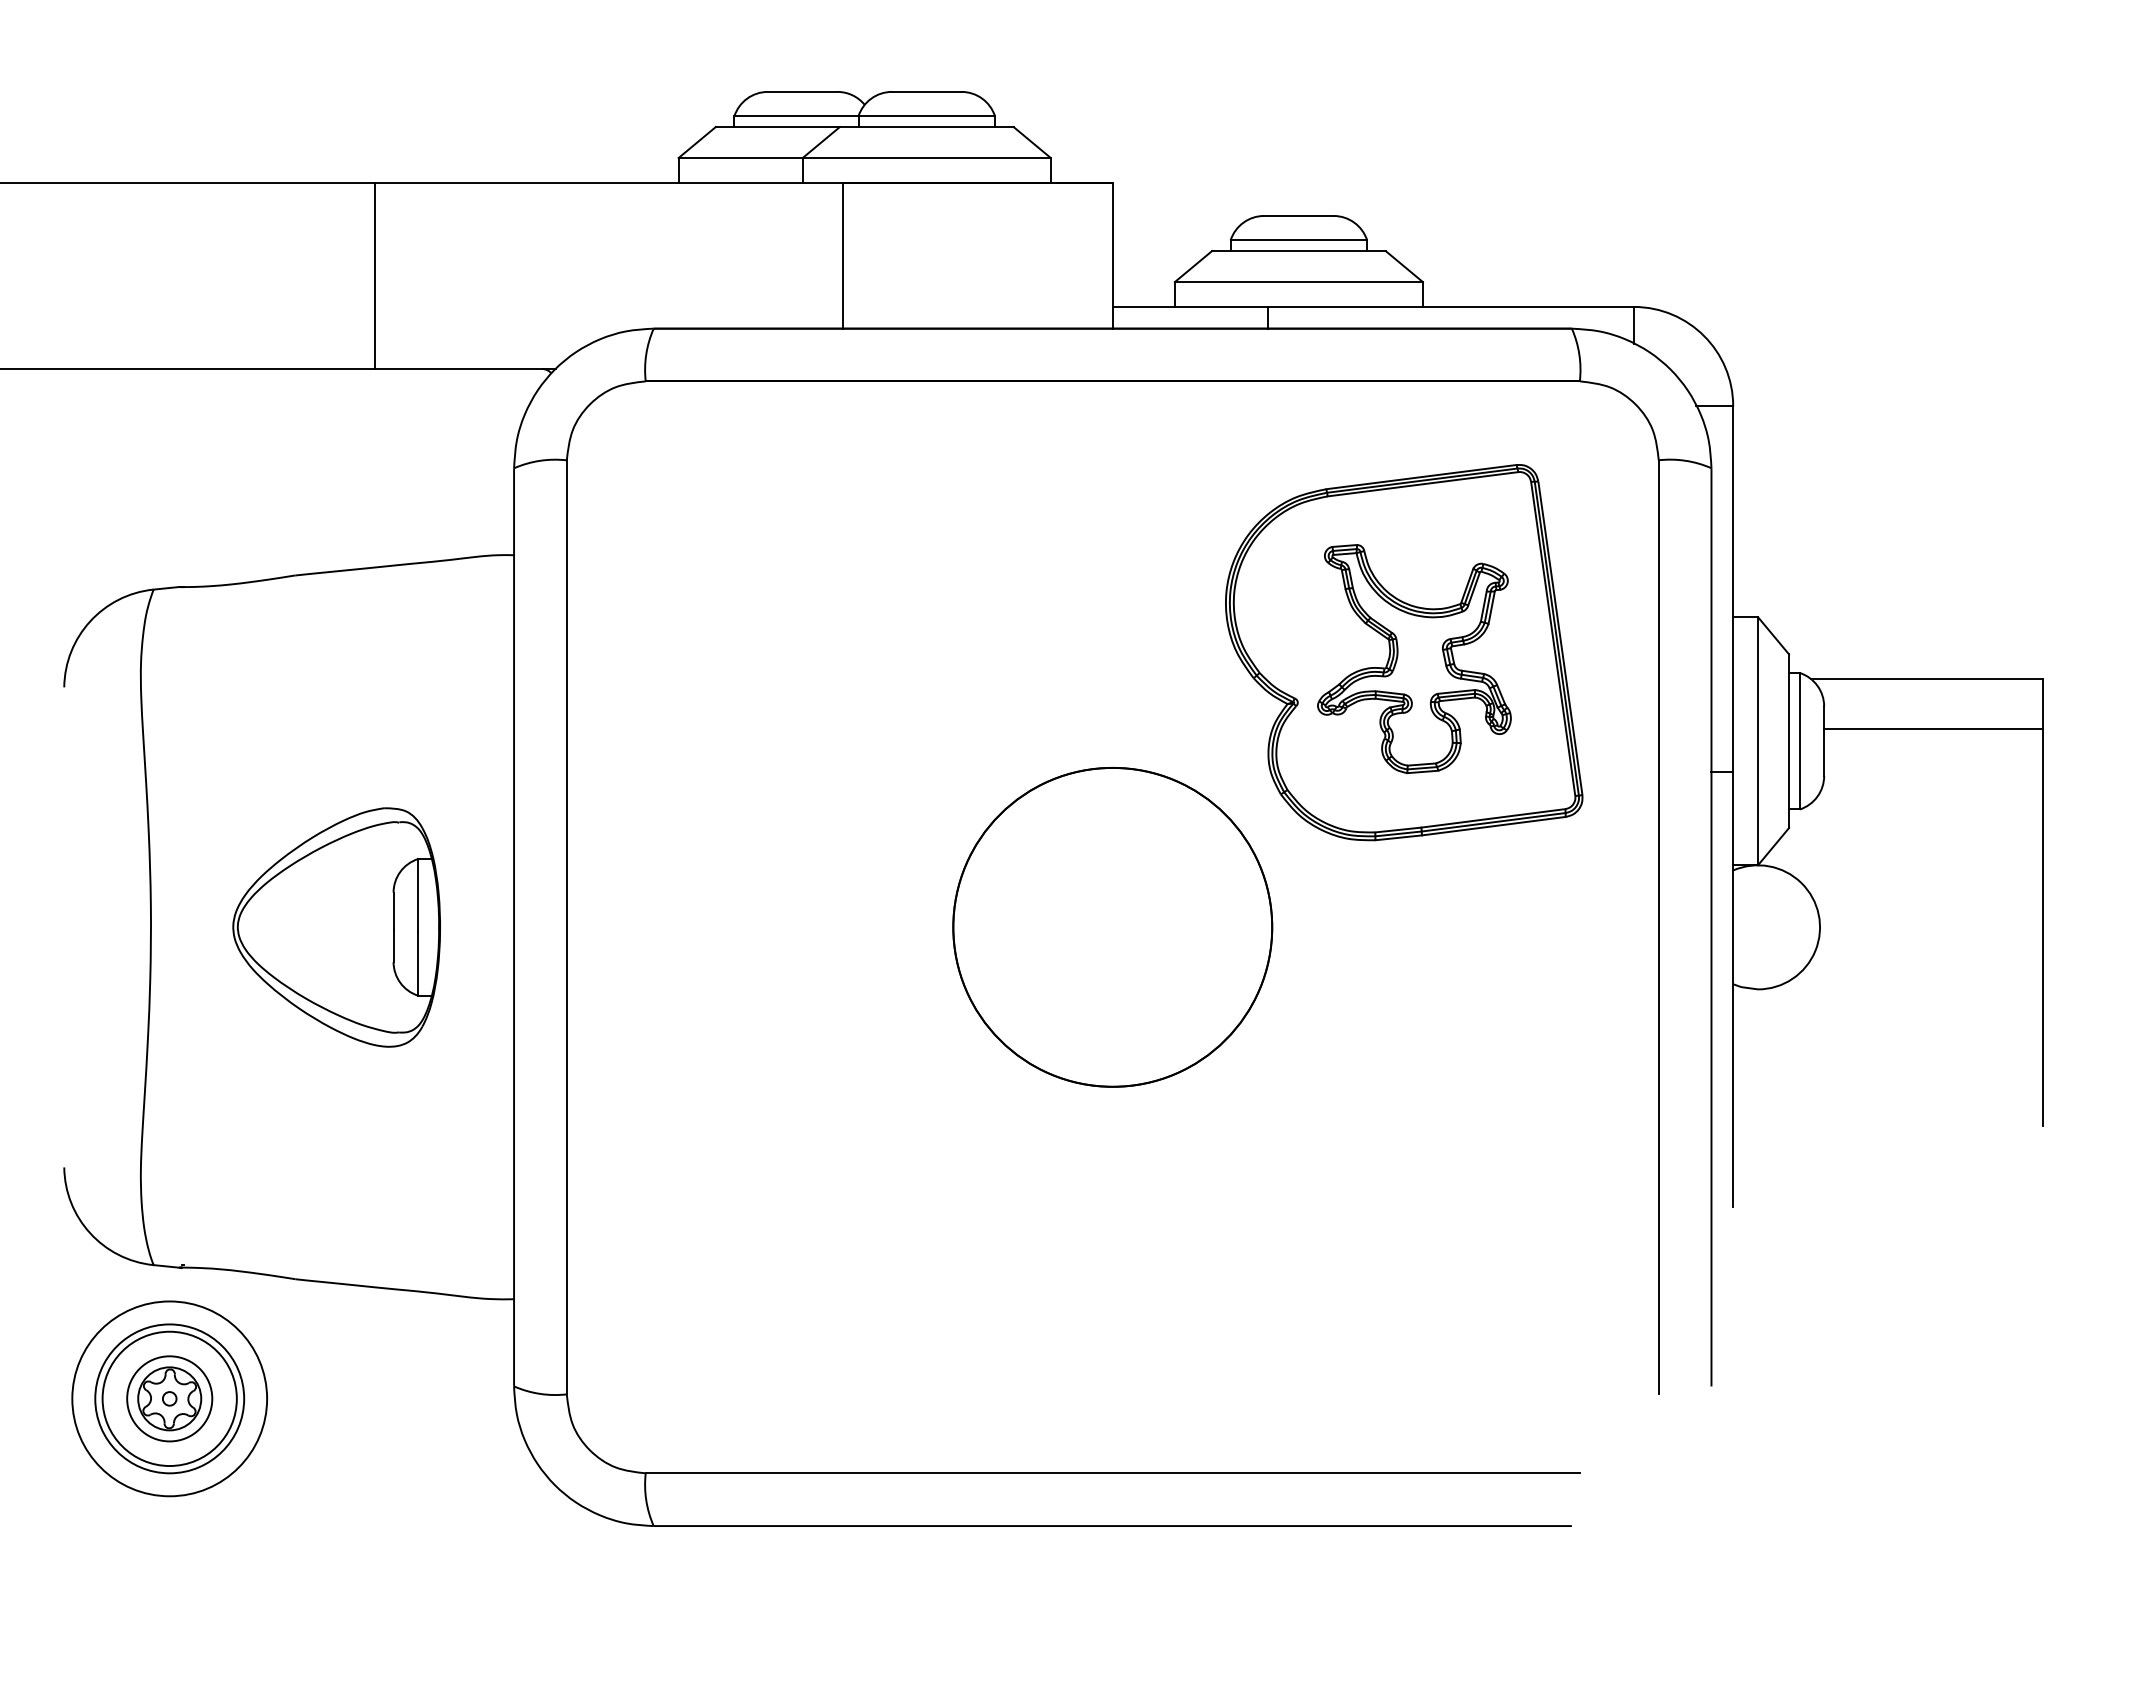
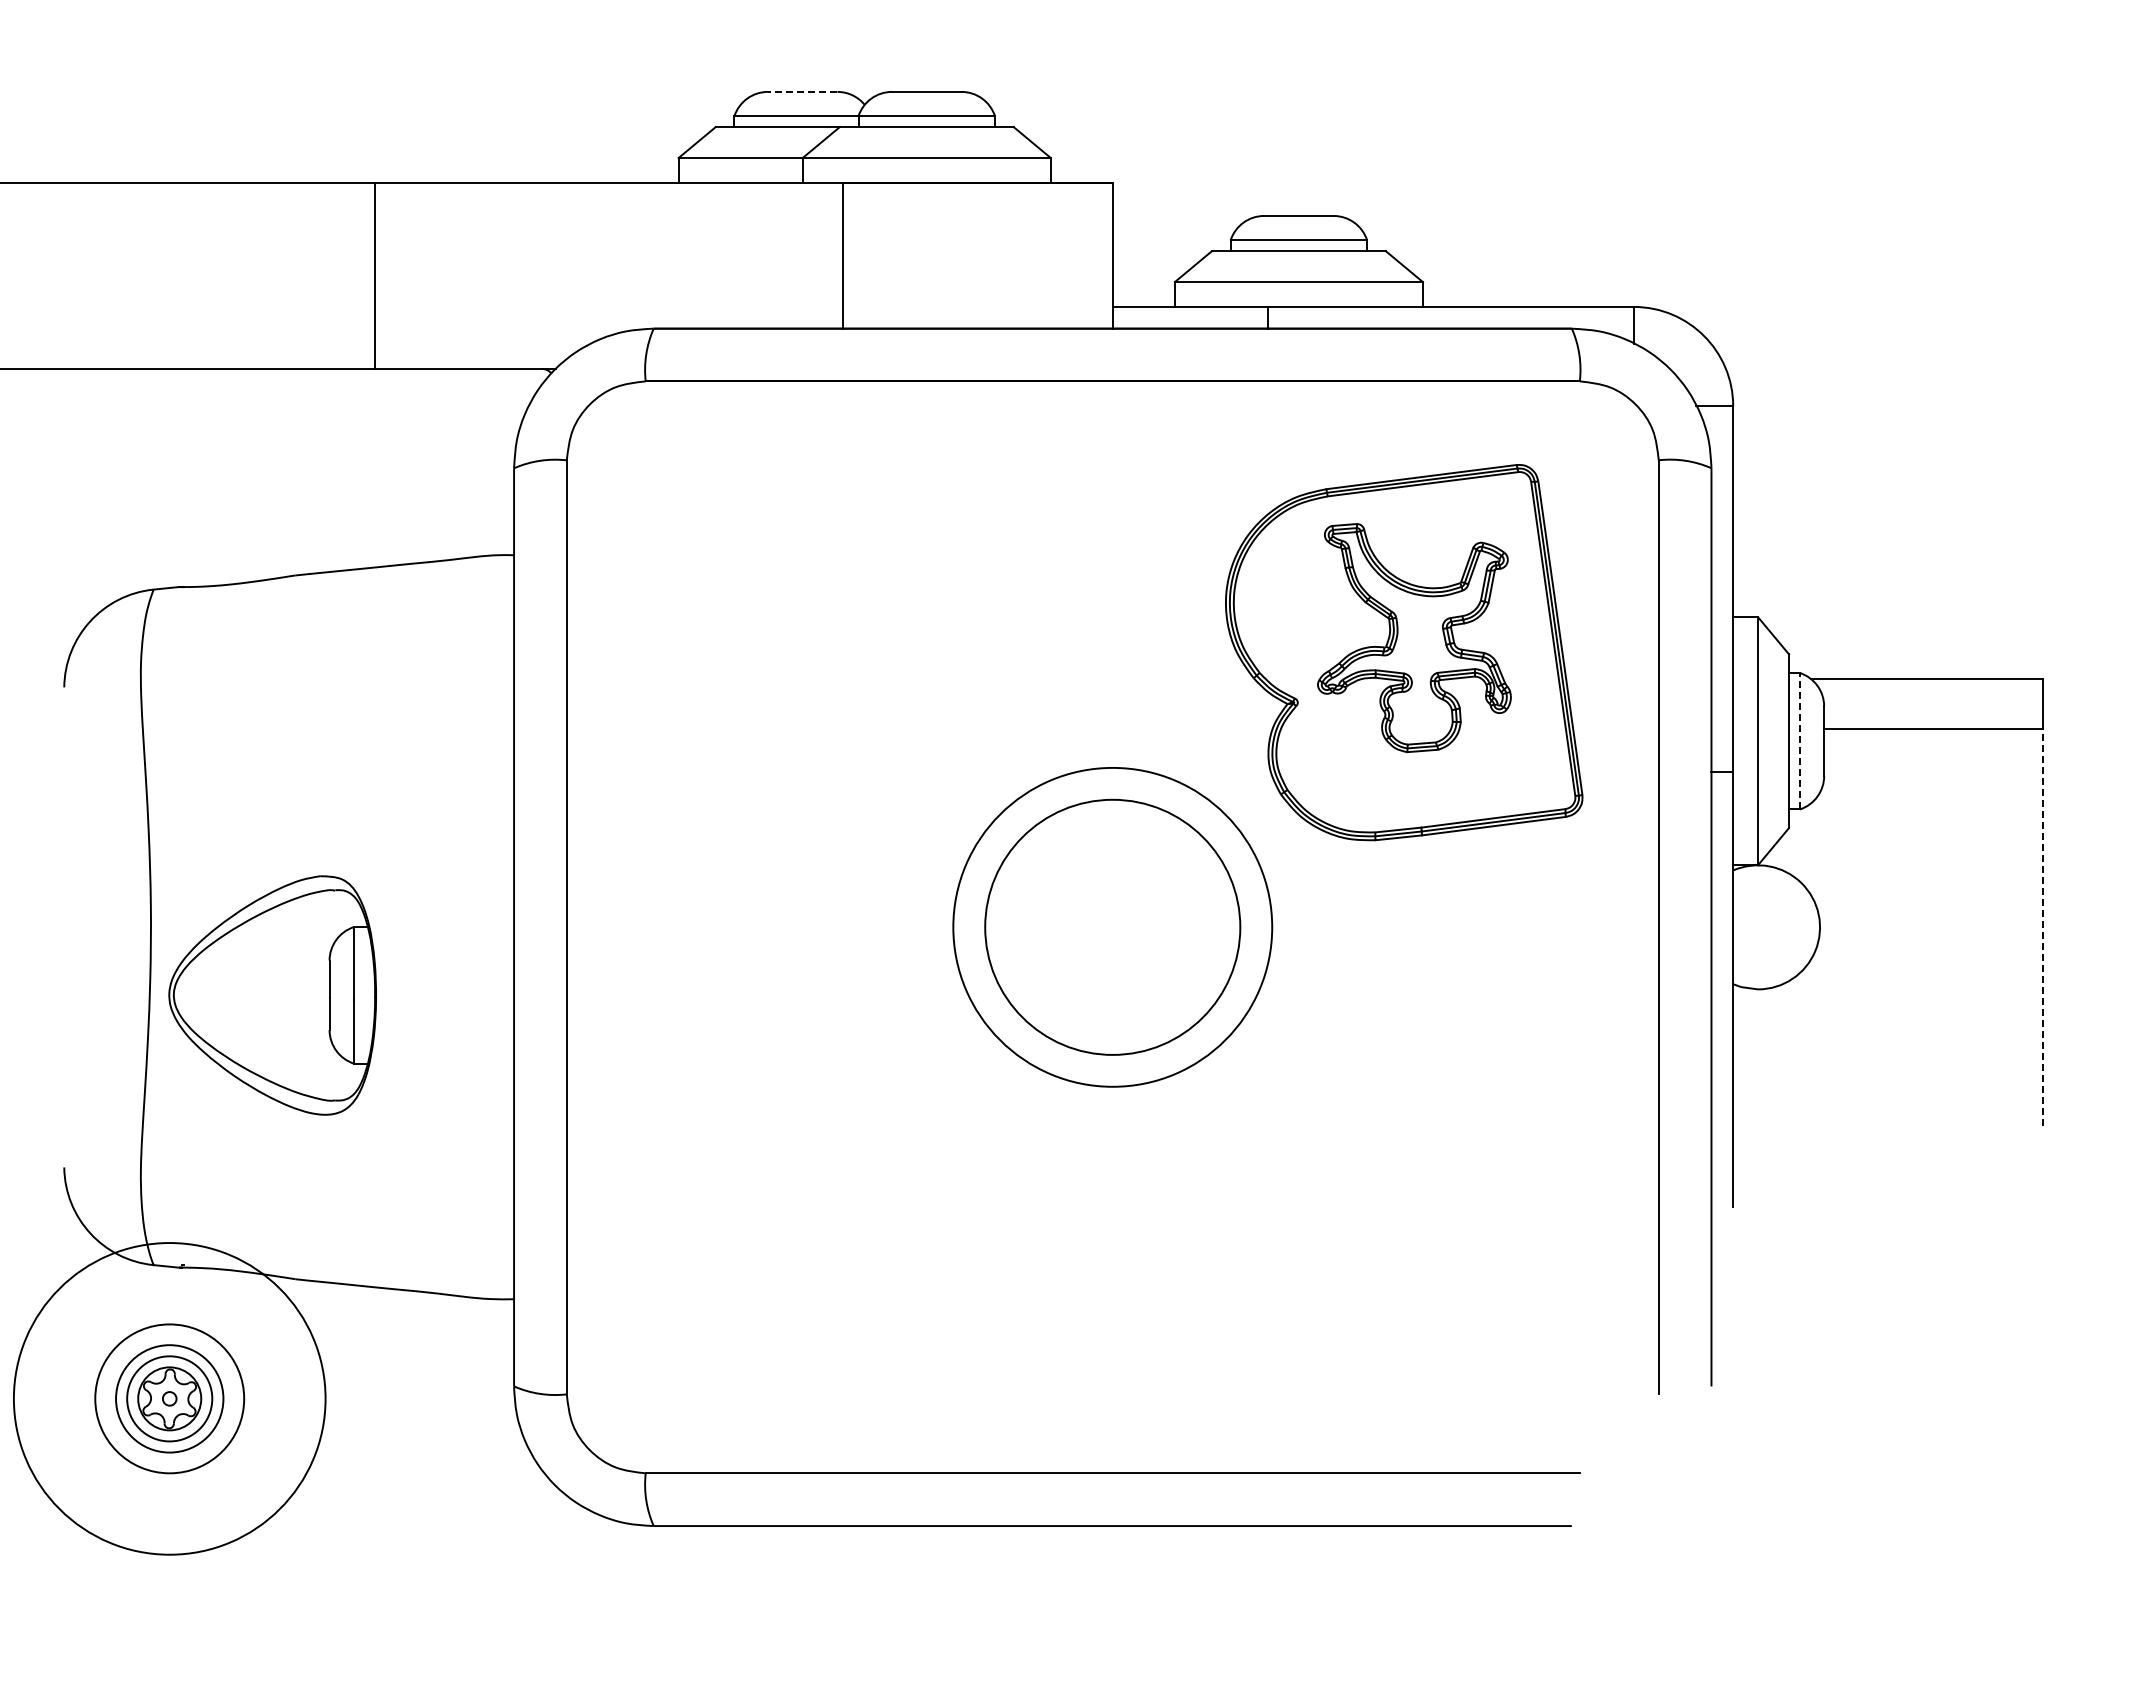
line at (802, 91): solid -> dashed
part at (1414, 659) position: (1414, 659) -> (1414, 638)
line at (1799, 740): solid -> dashed
circle at (1112, 926) diameter: 319 px -> 255 px
part at (336, 927) position: (336, 927) -> (272, 995)
line at (2043, 927): solid -> dashed
circle at (169, 1398) diameter: 134 px -> 107 px
circle at (169, 1398) diameter: 195 px -> 312 px
